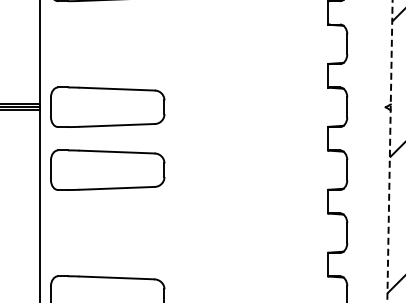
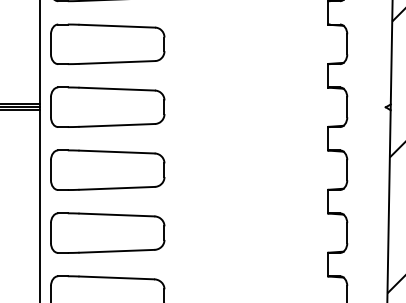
part at (107, 43): none -> present
line at (389, 151): dashed -> solid
part at (107, 232): none -> present
